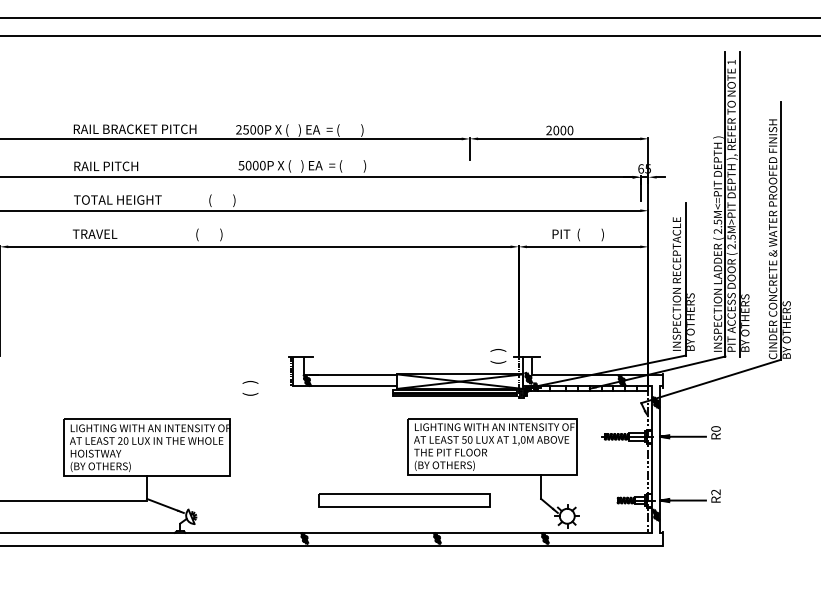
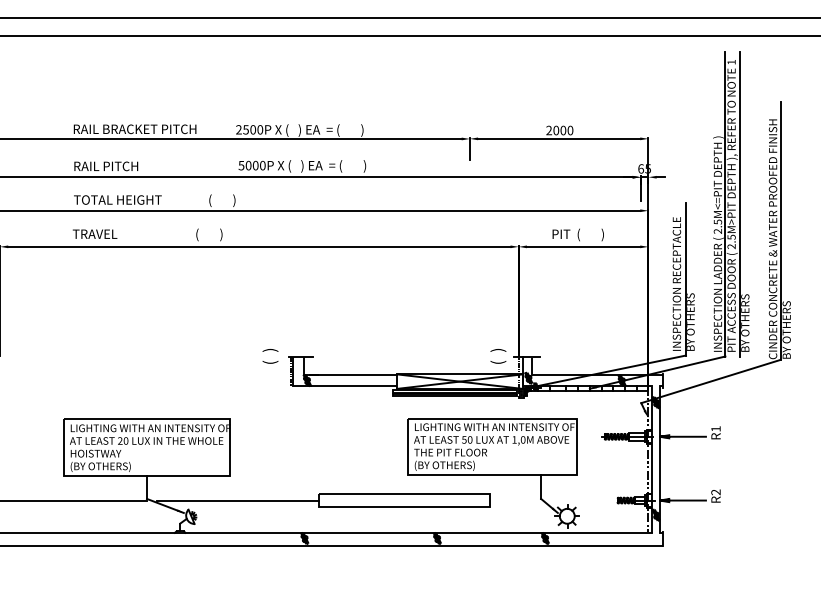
text at (250, 388) position: (250, 388) -> (270, 356)
text at (715, 428): R0 -> R1
line at (238, 500): none -> present
